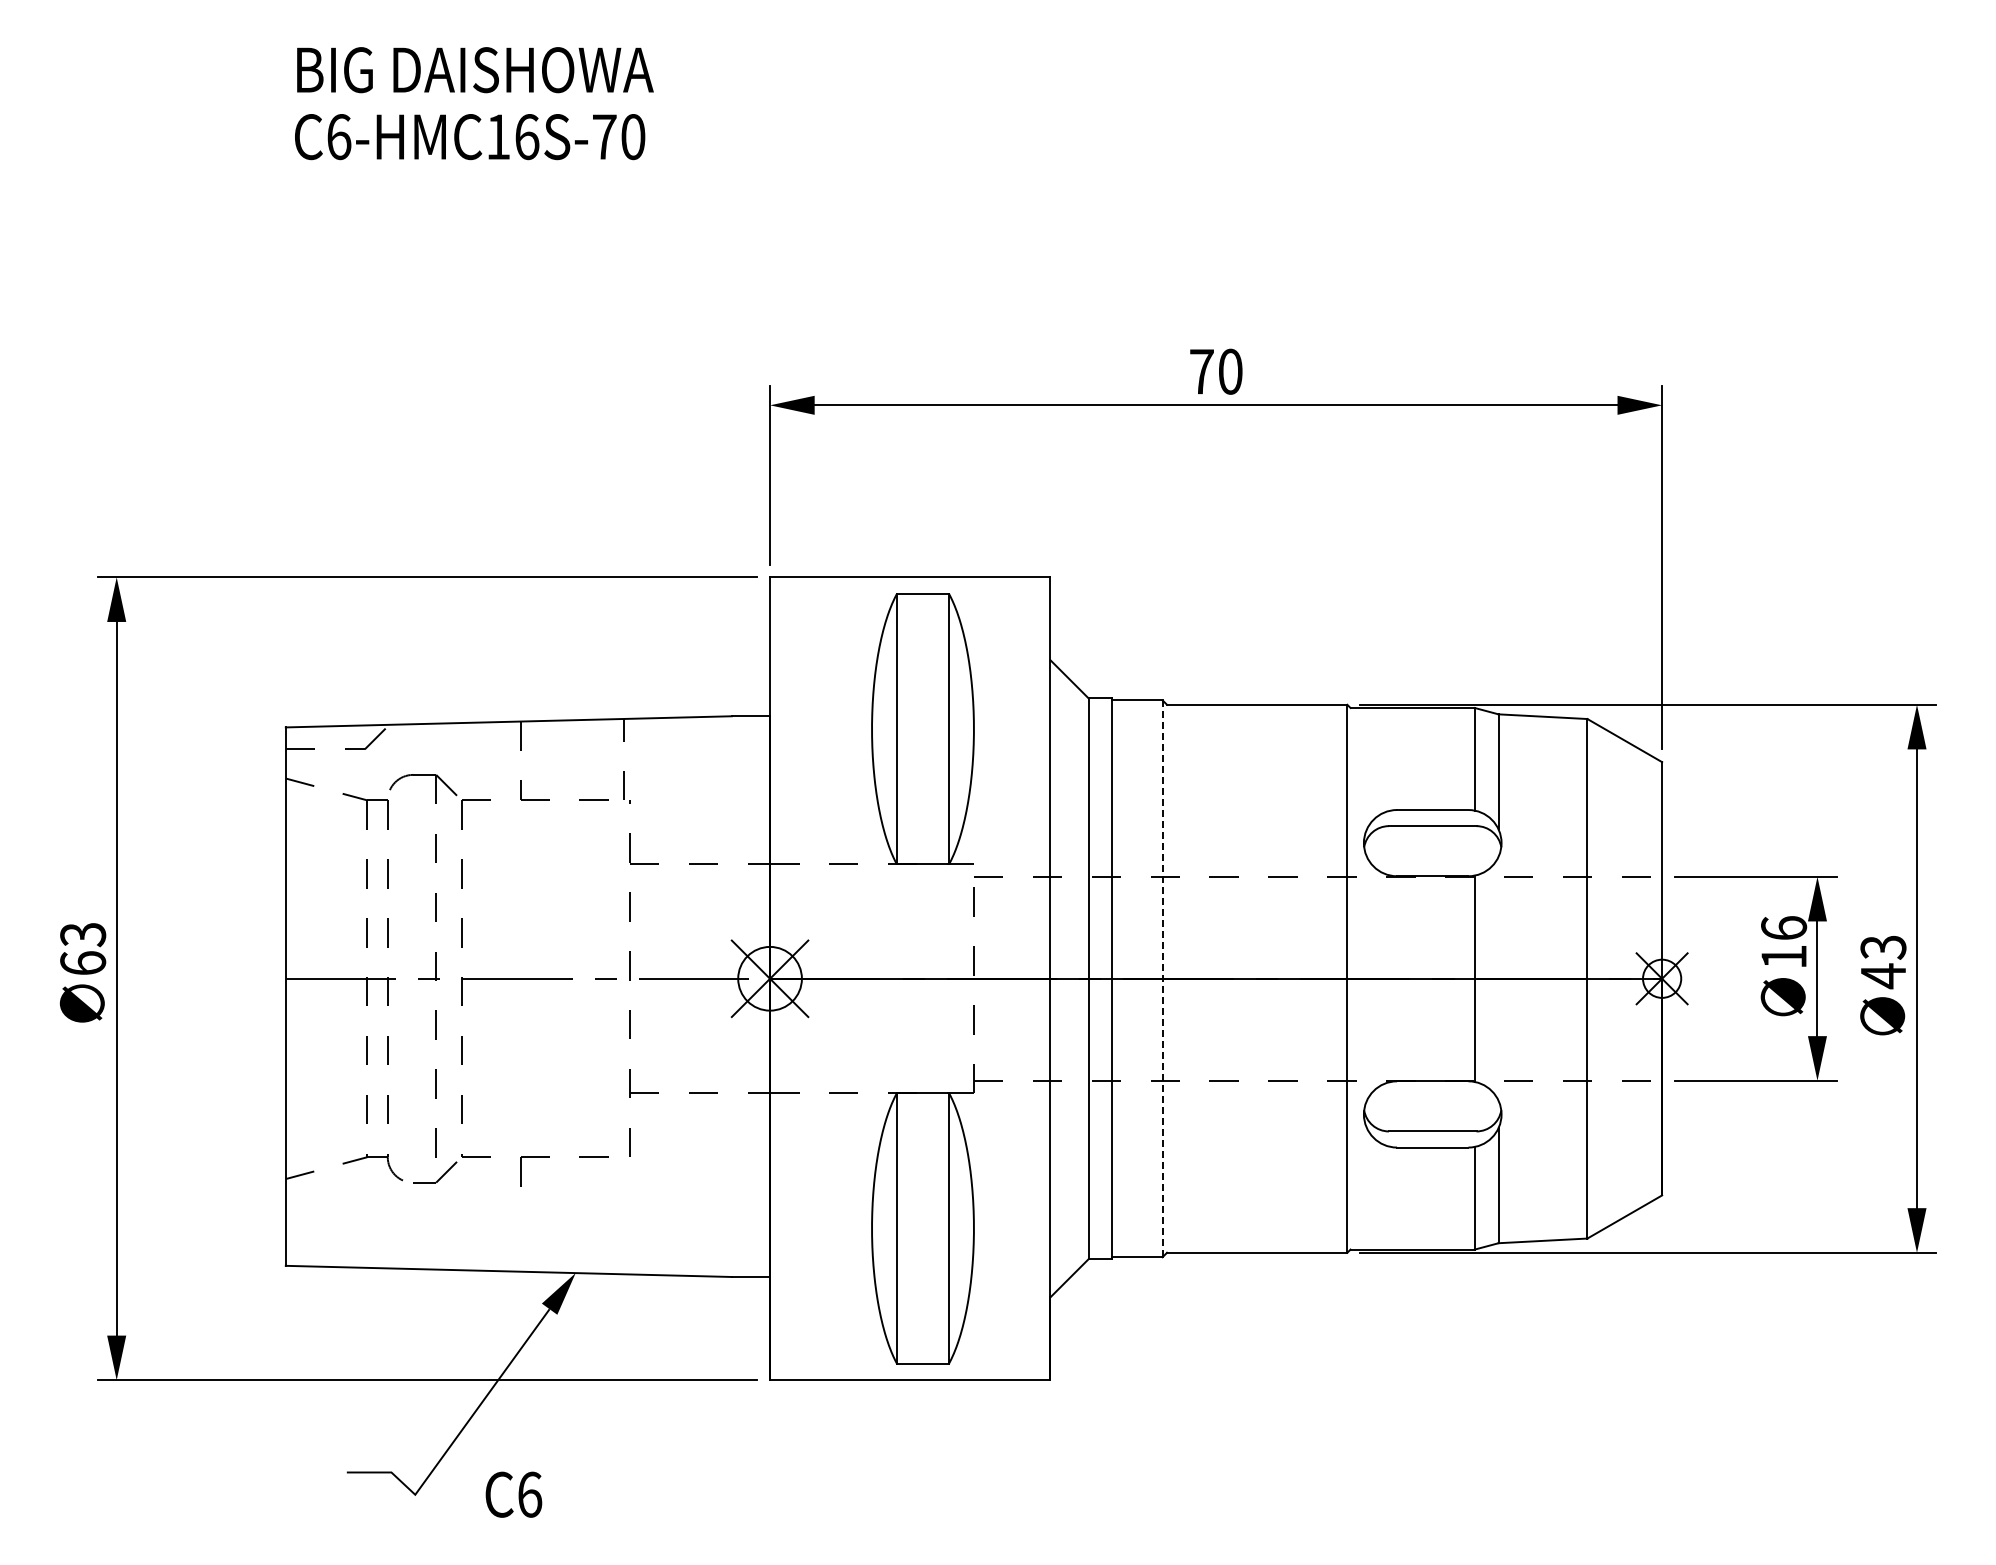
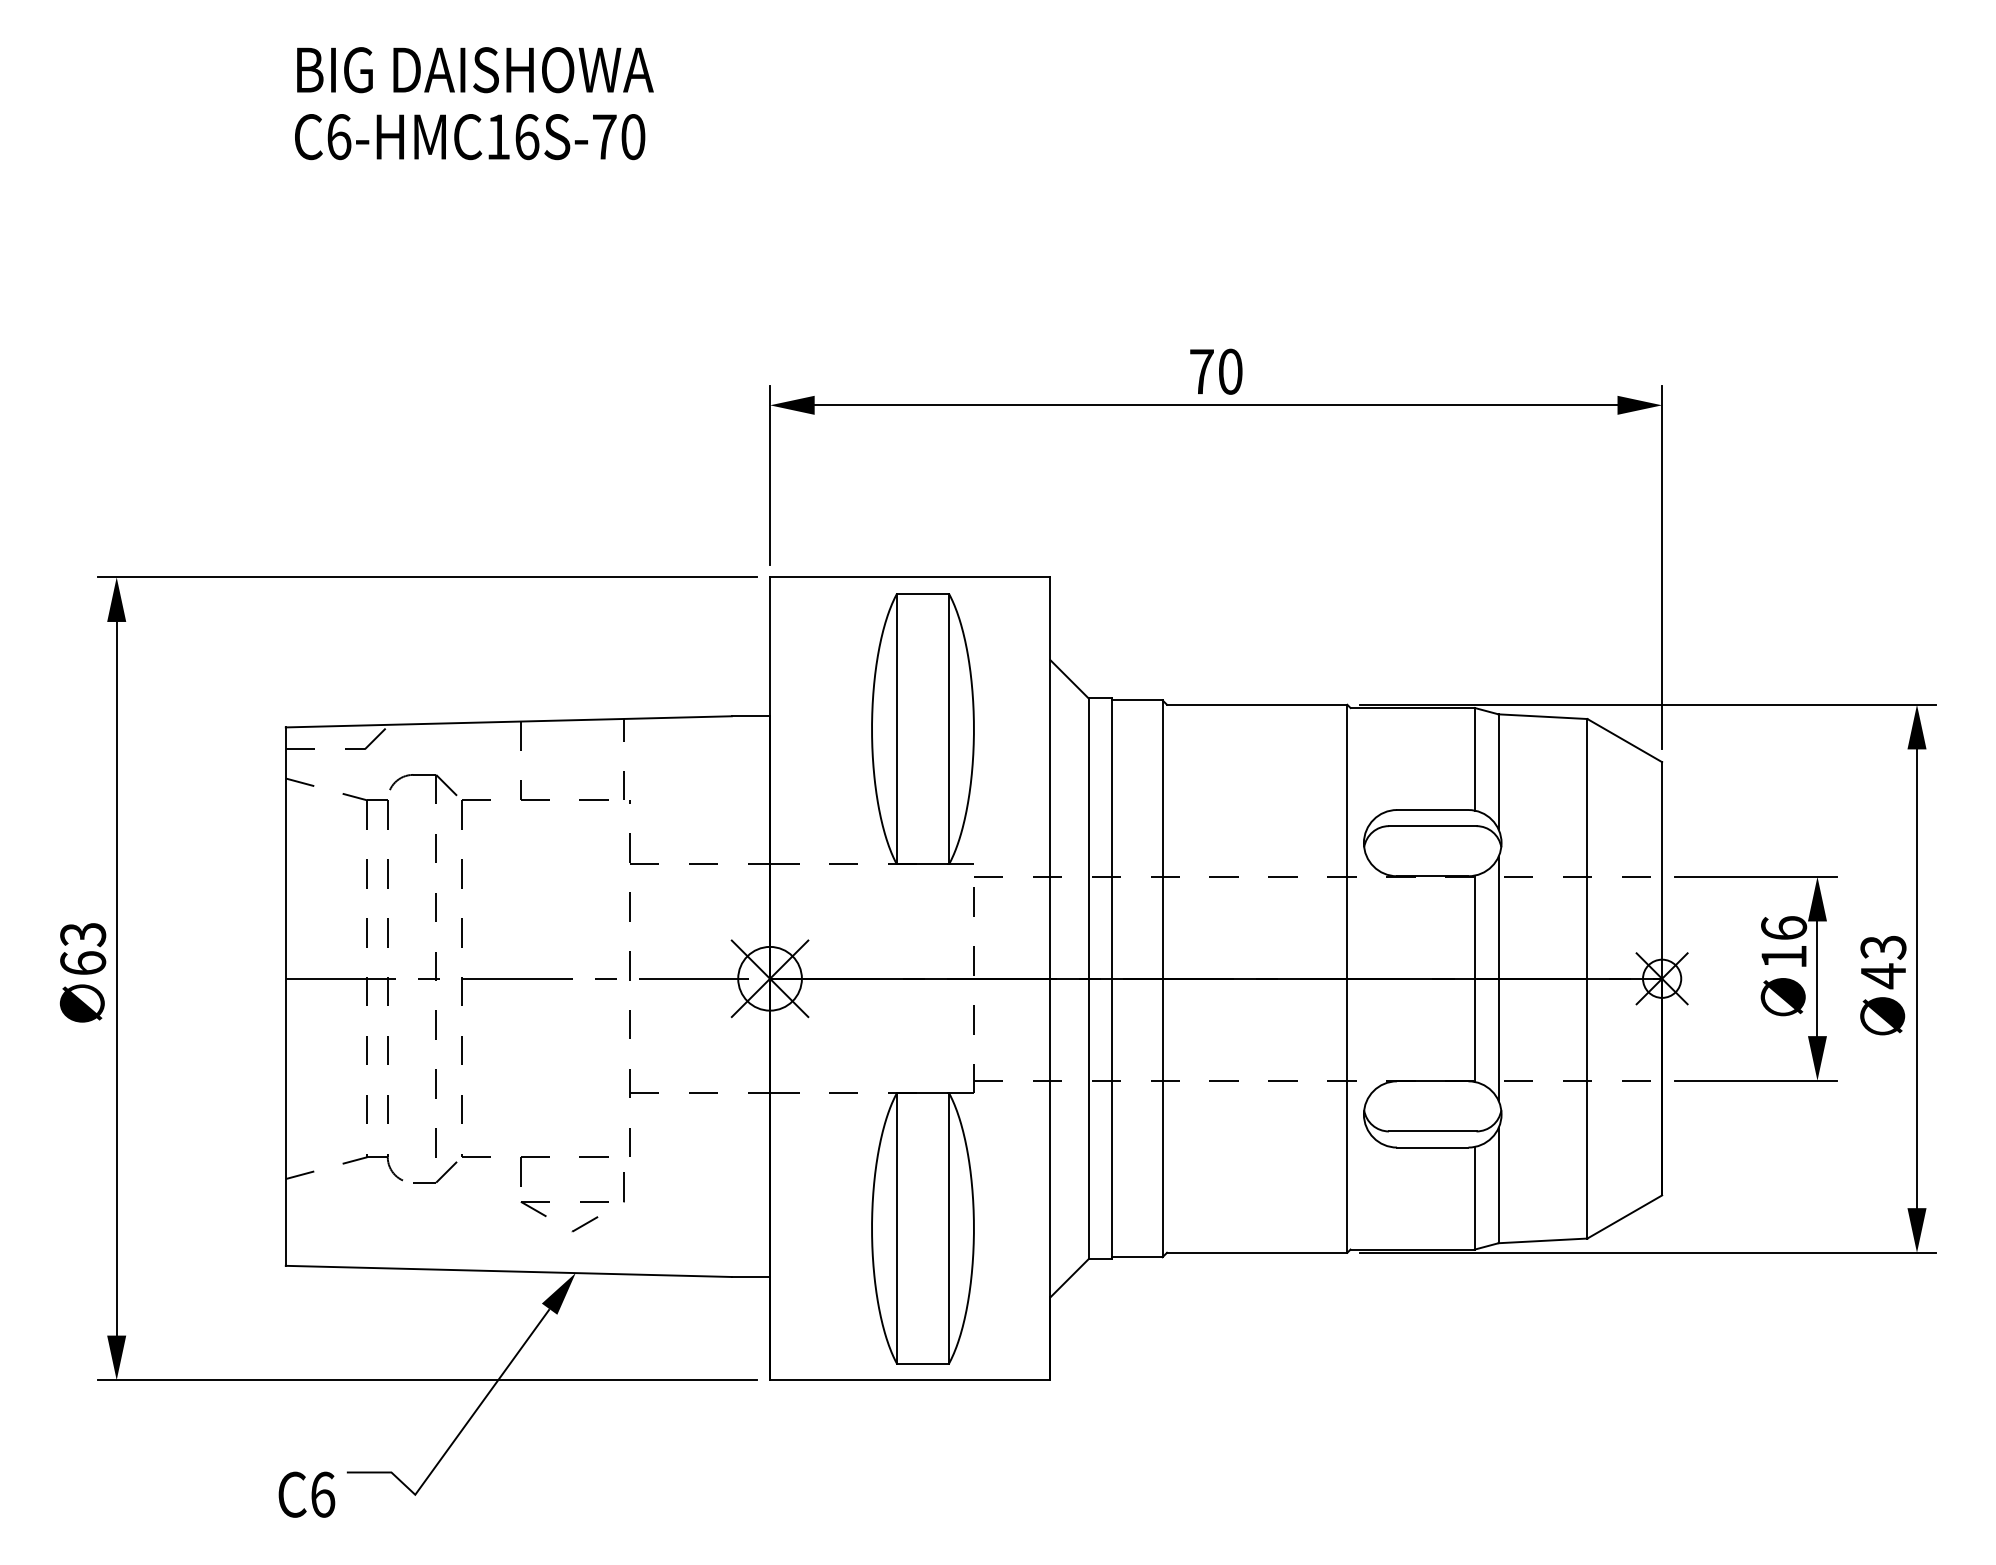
line at (1162, 978): dashed -> solid
line at (1498, 978): none -> present
part at (580, 1202): none -> present
text at (513, 1494) position: (513, 1494) -> (306, 1494)
